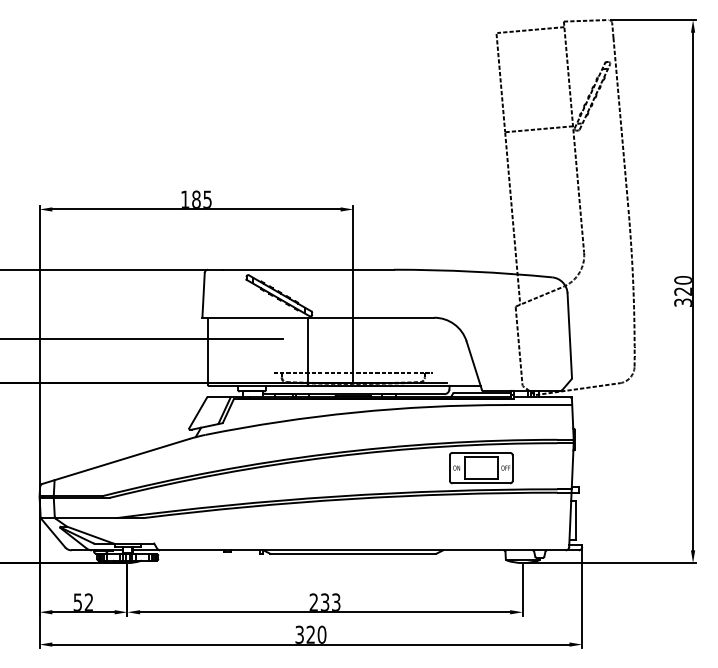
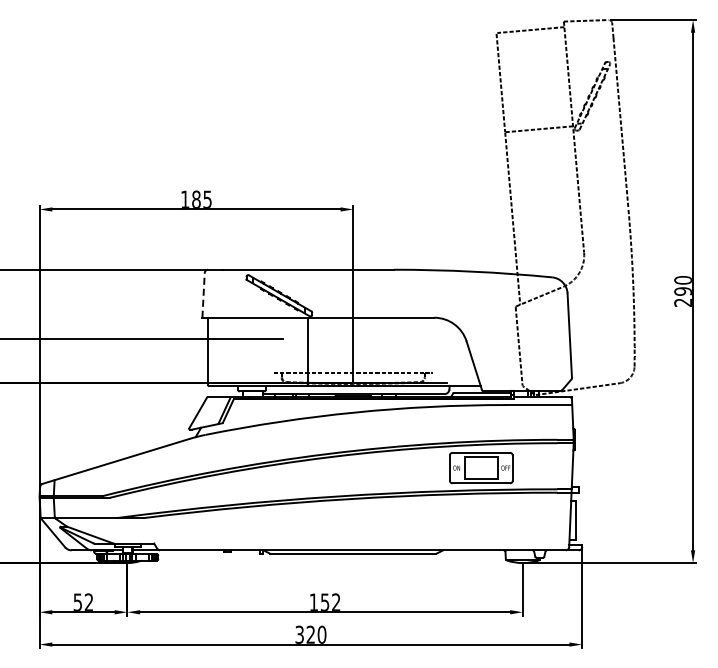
line at (203, 294): solid -> dashed
text at (682, 296): 320 -> 290
text at (324, 601): 233 -> 152
